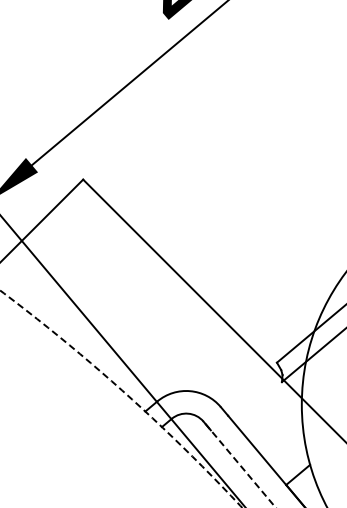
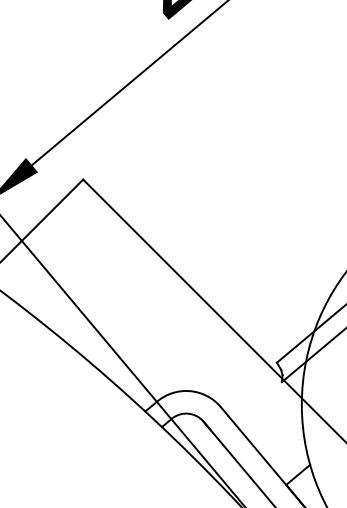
arc at (125, 393): dashed -> solid
line at (239, 464): dashed -> solid
